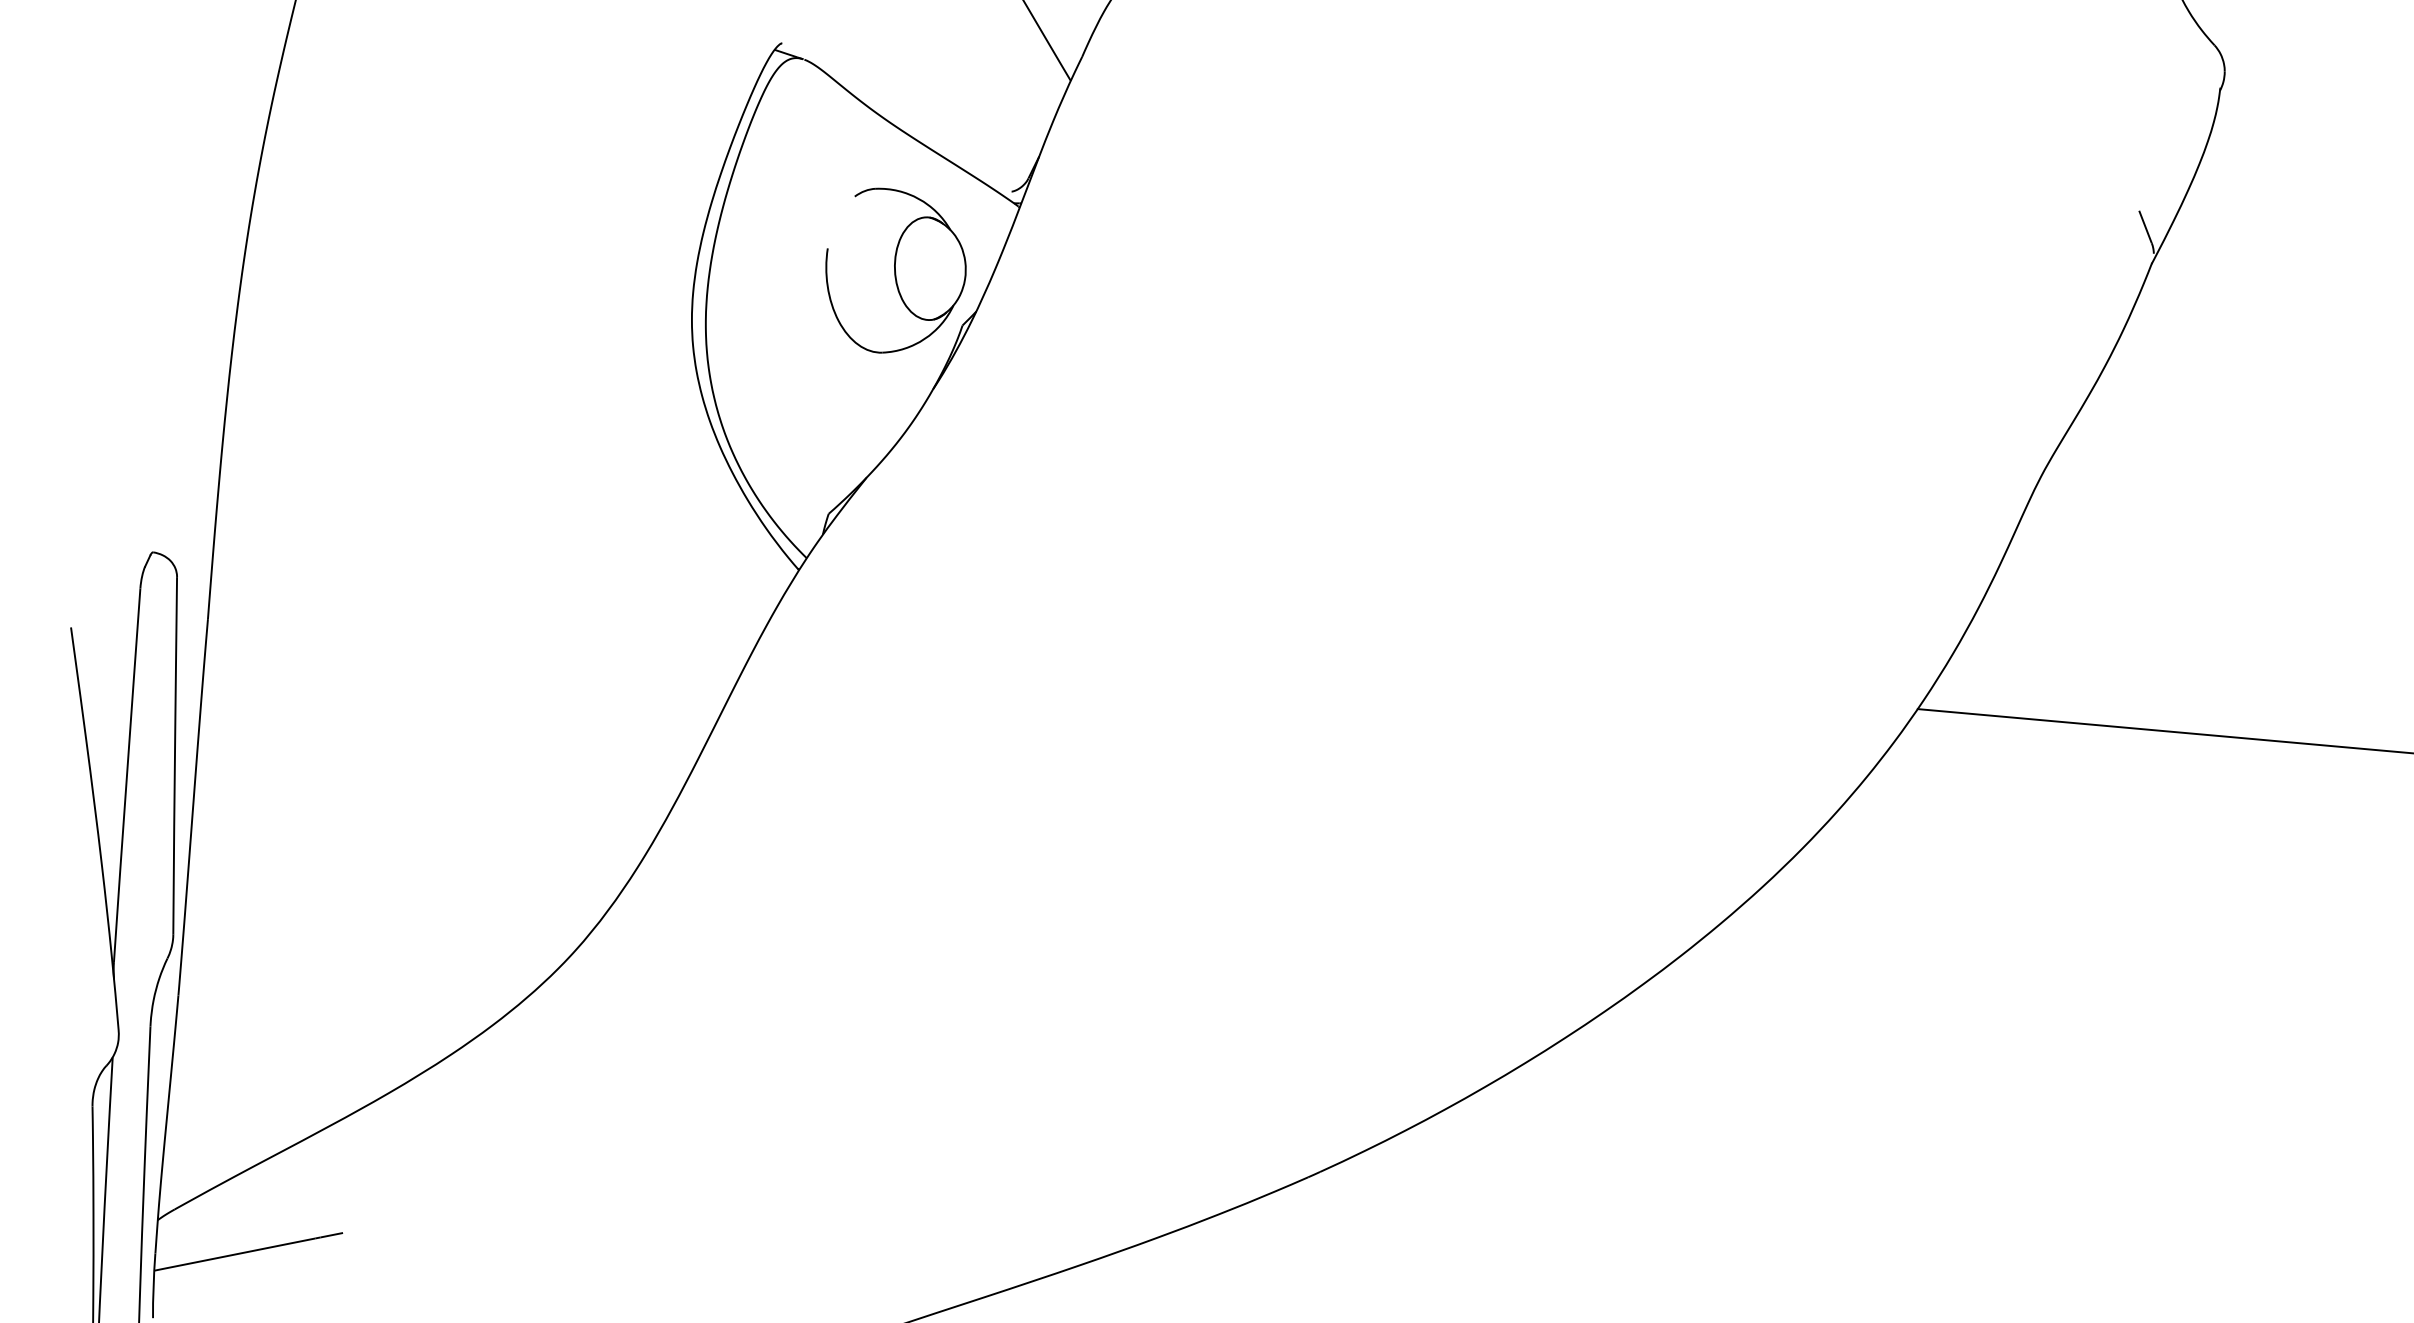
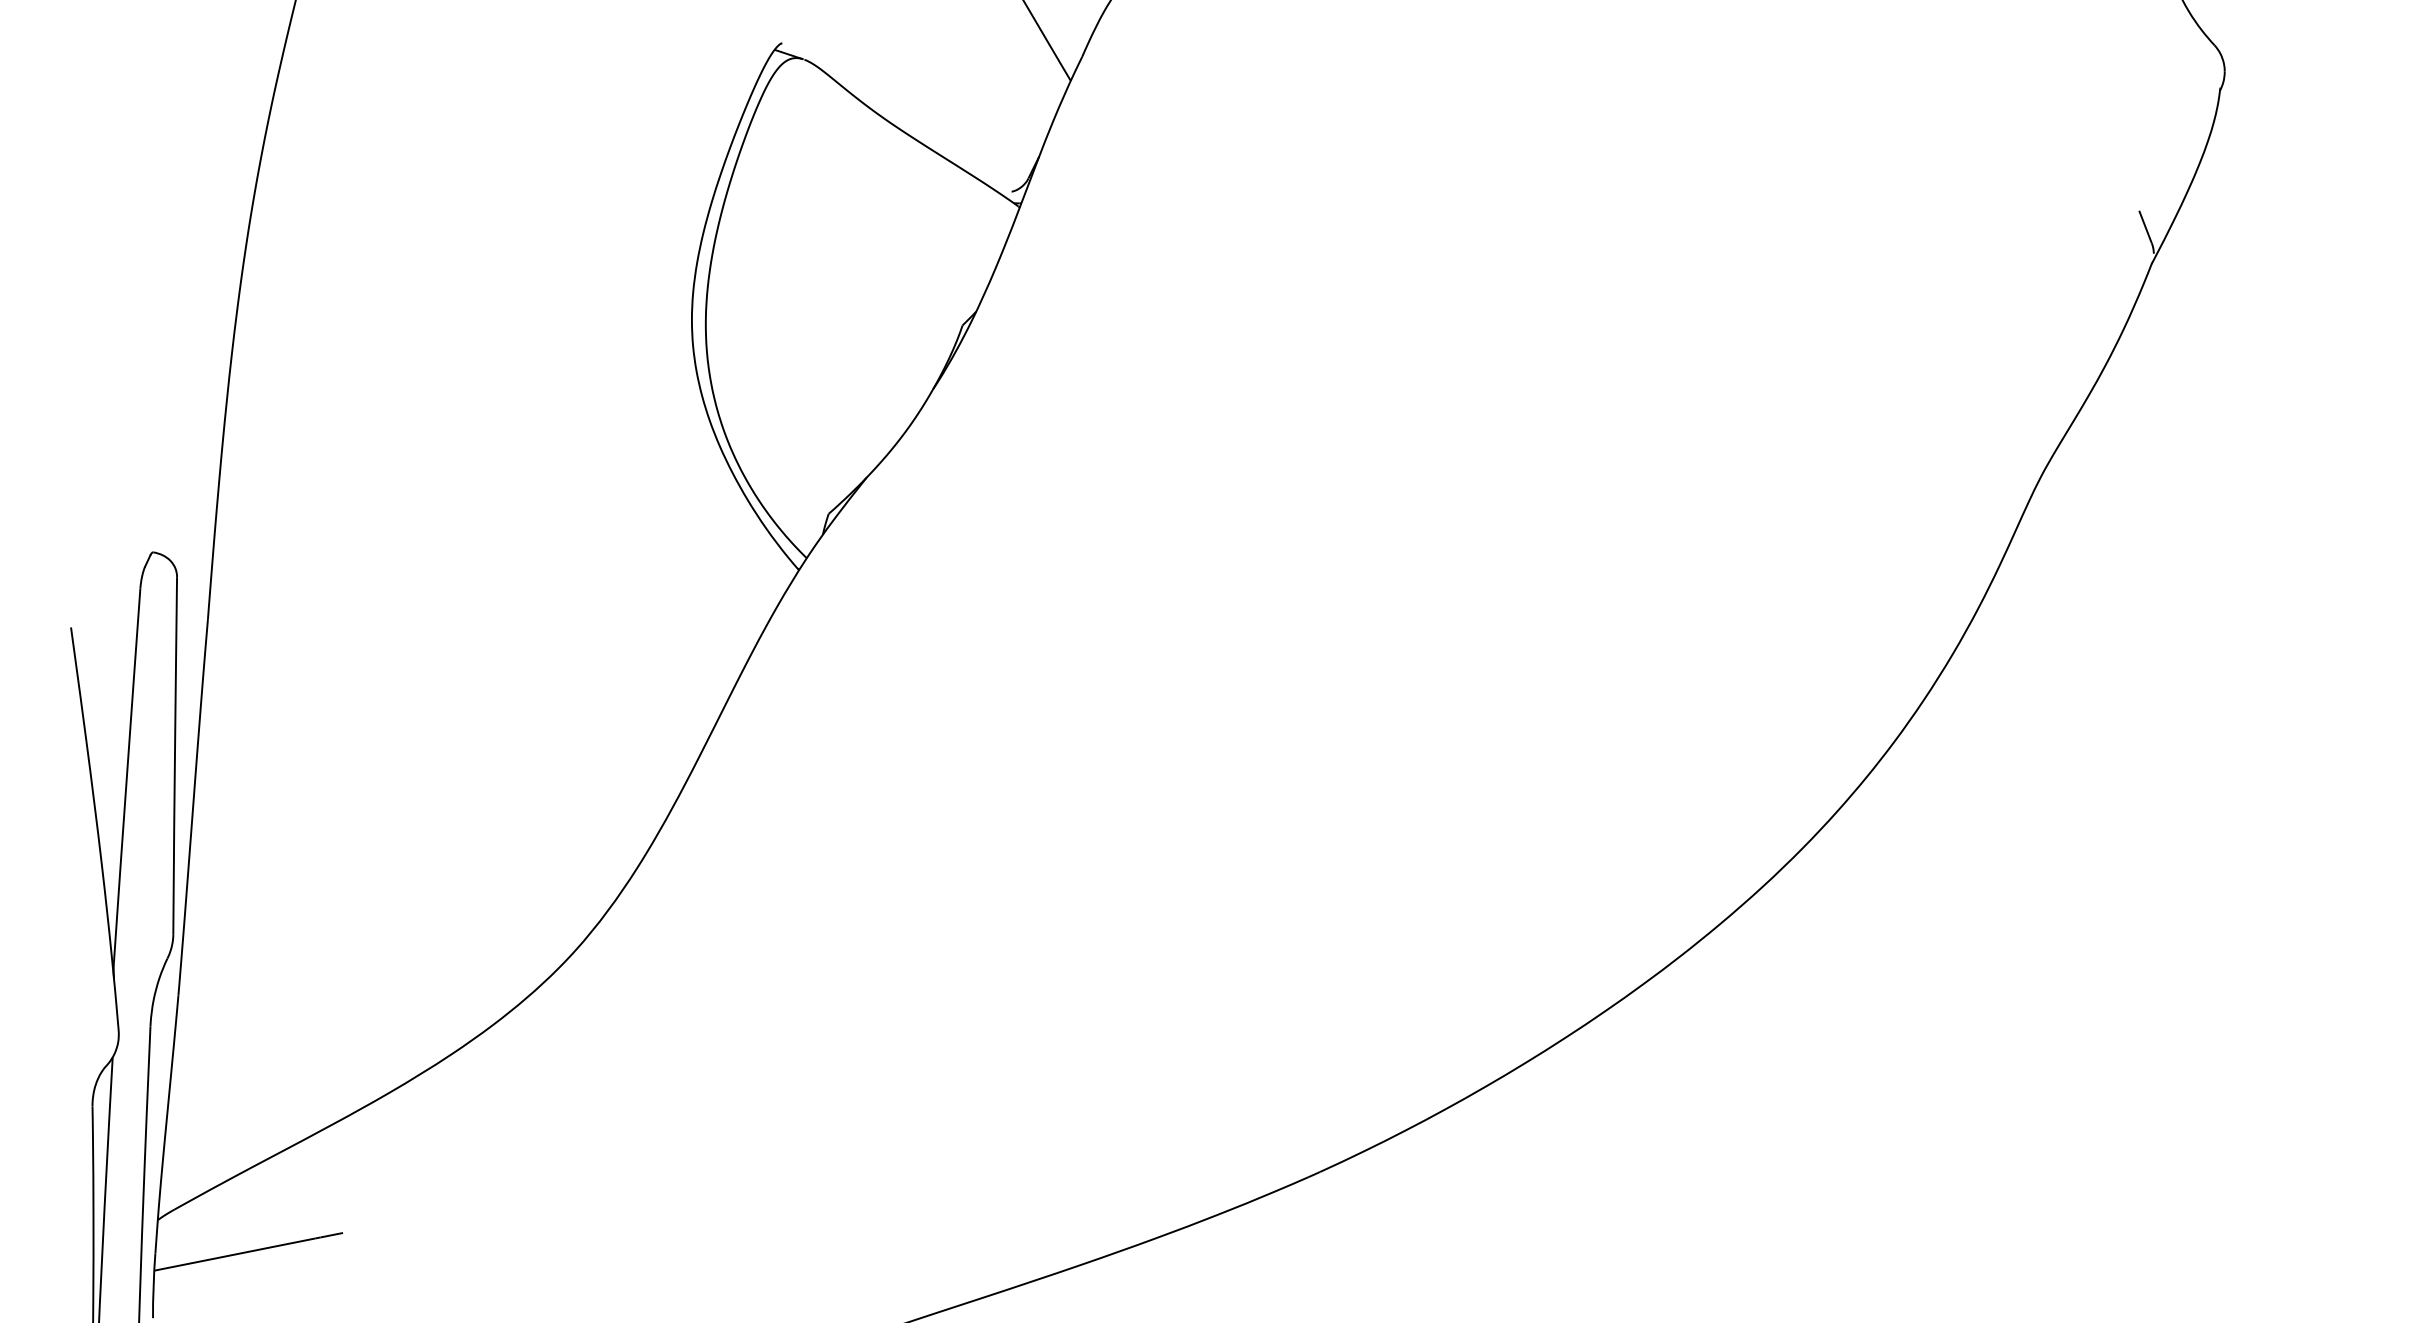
part at (895, 270): present -> none
line at (2163, 731): present -> none
